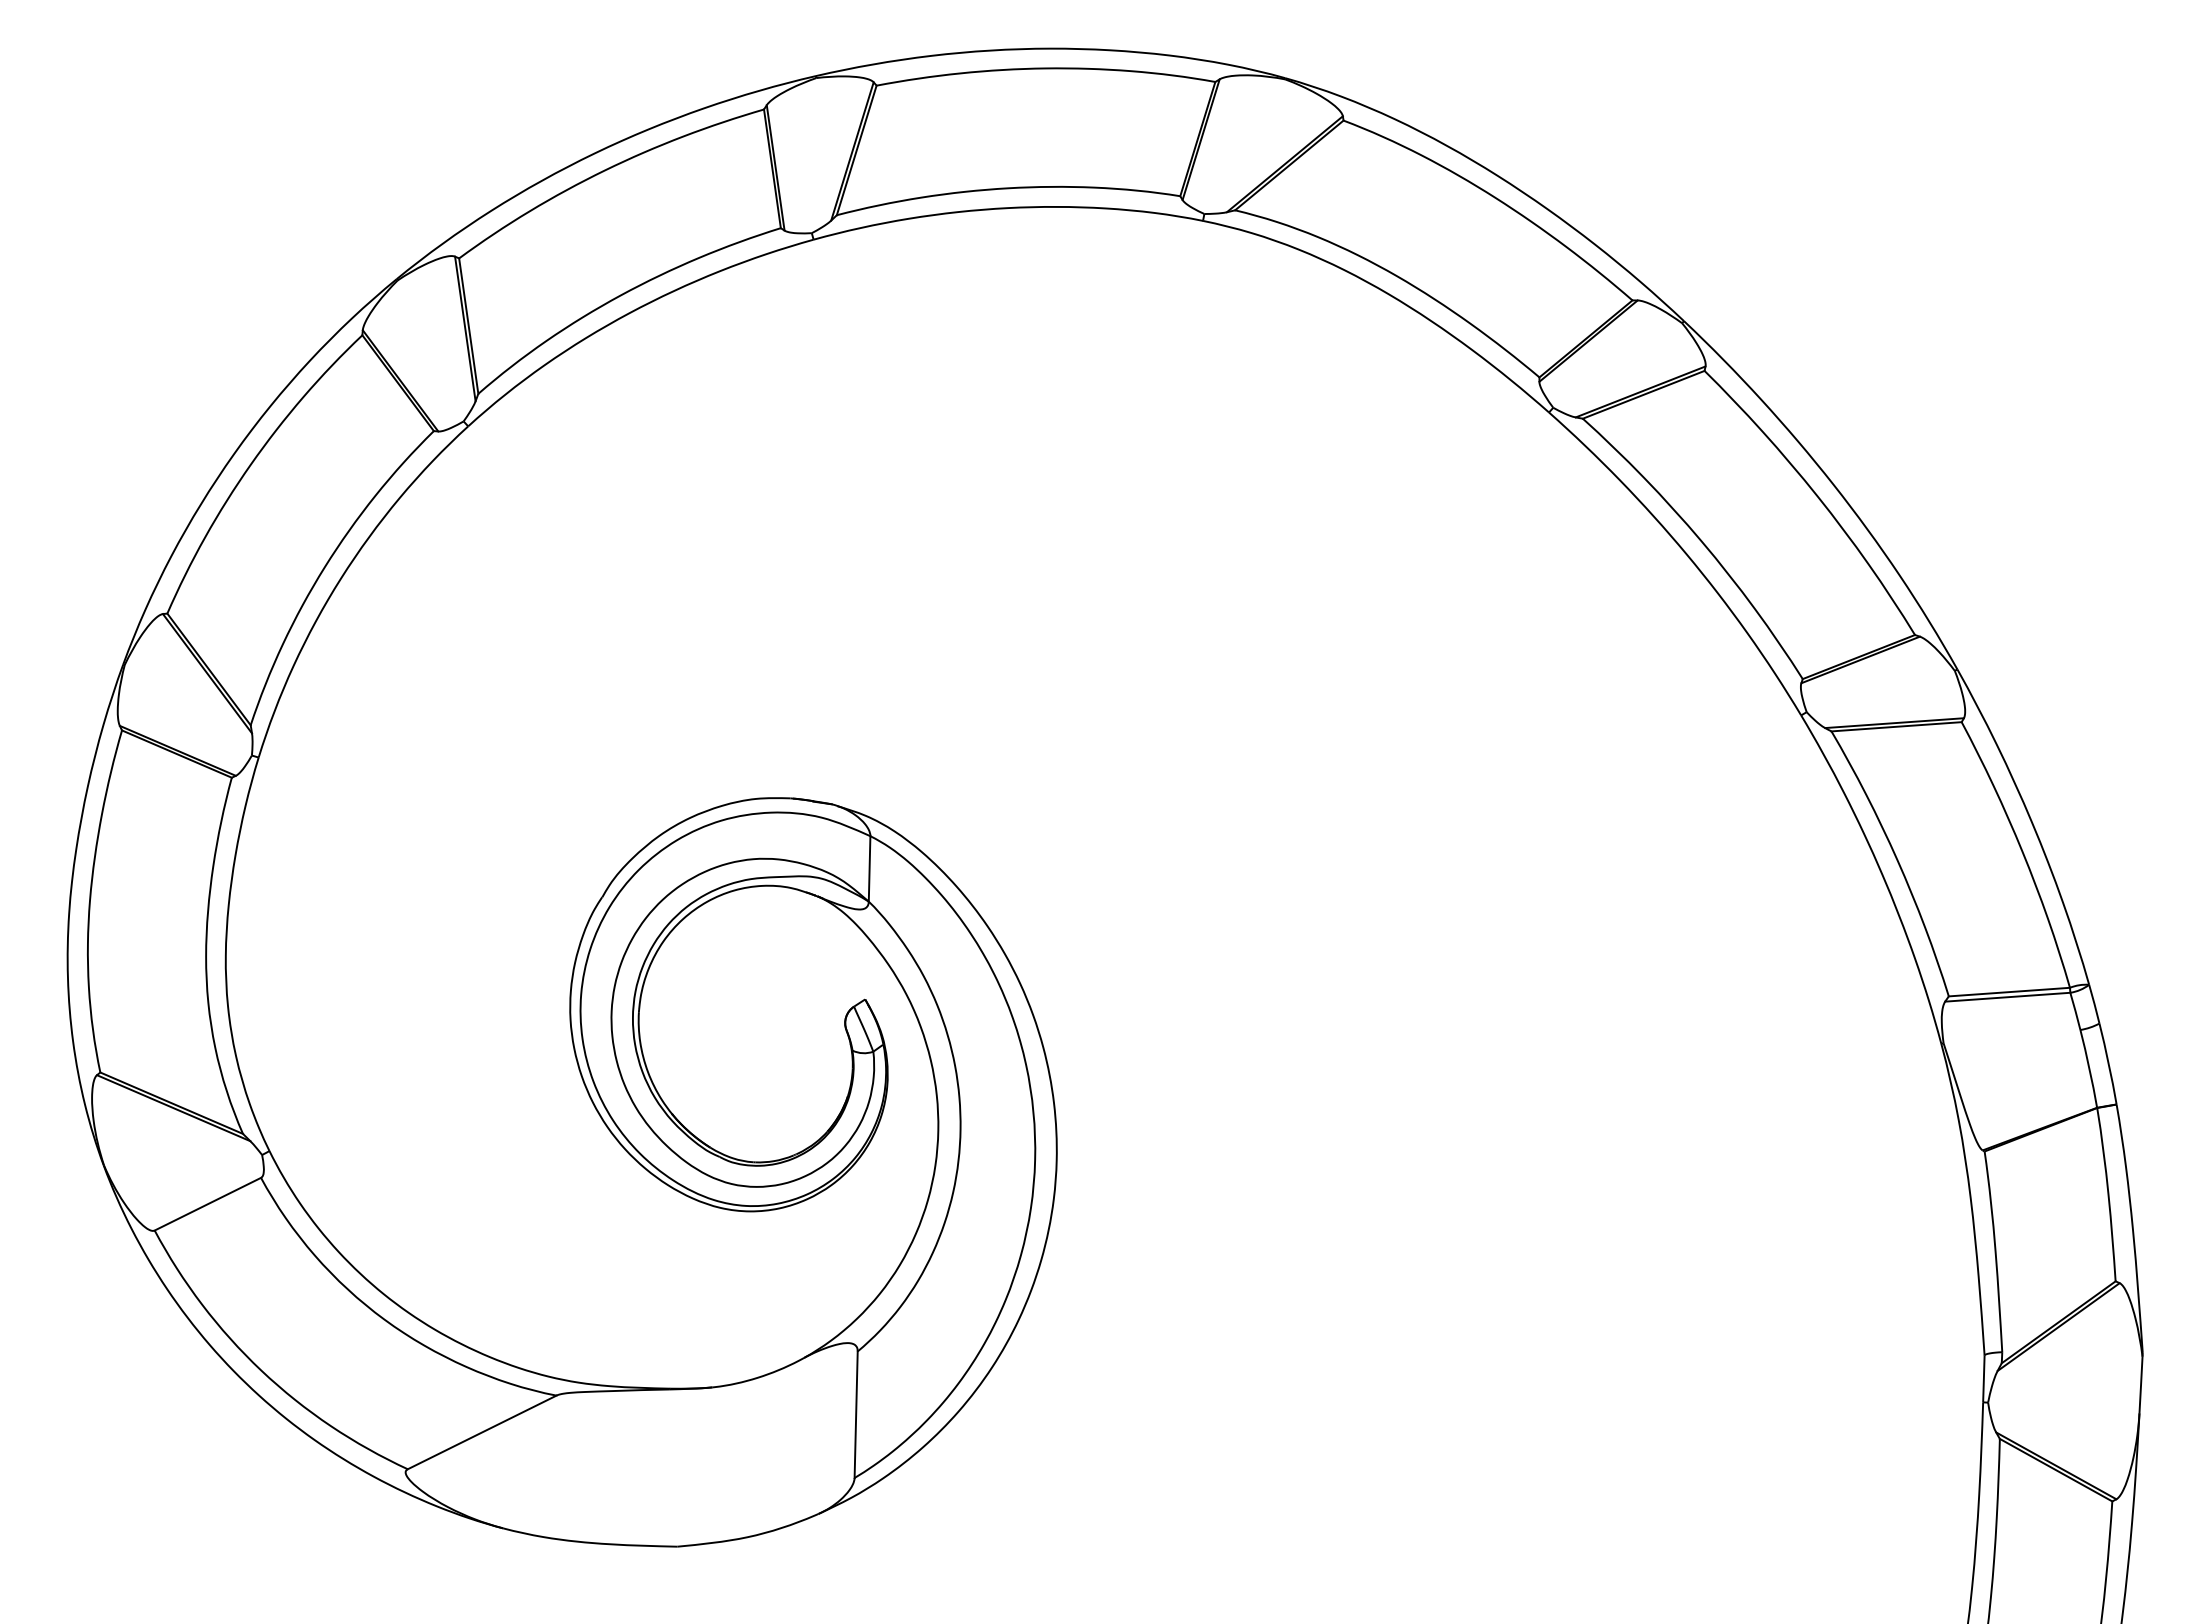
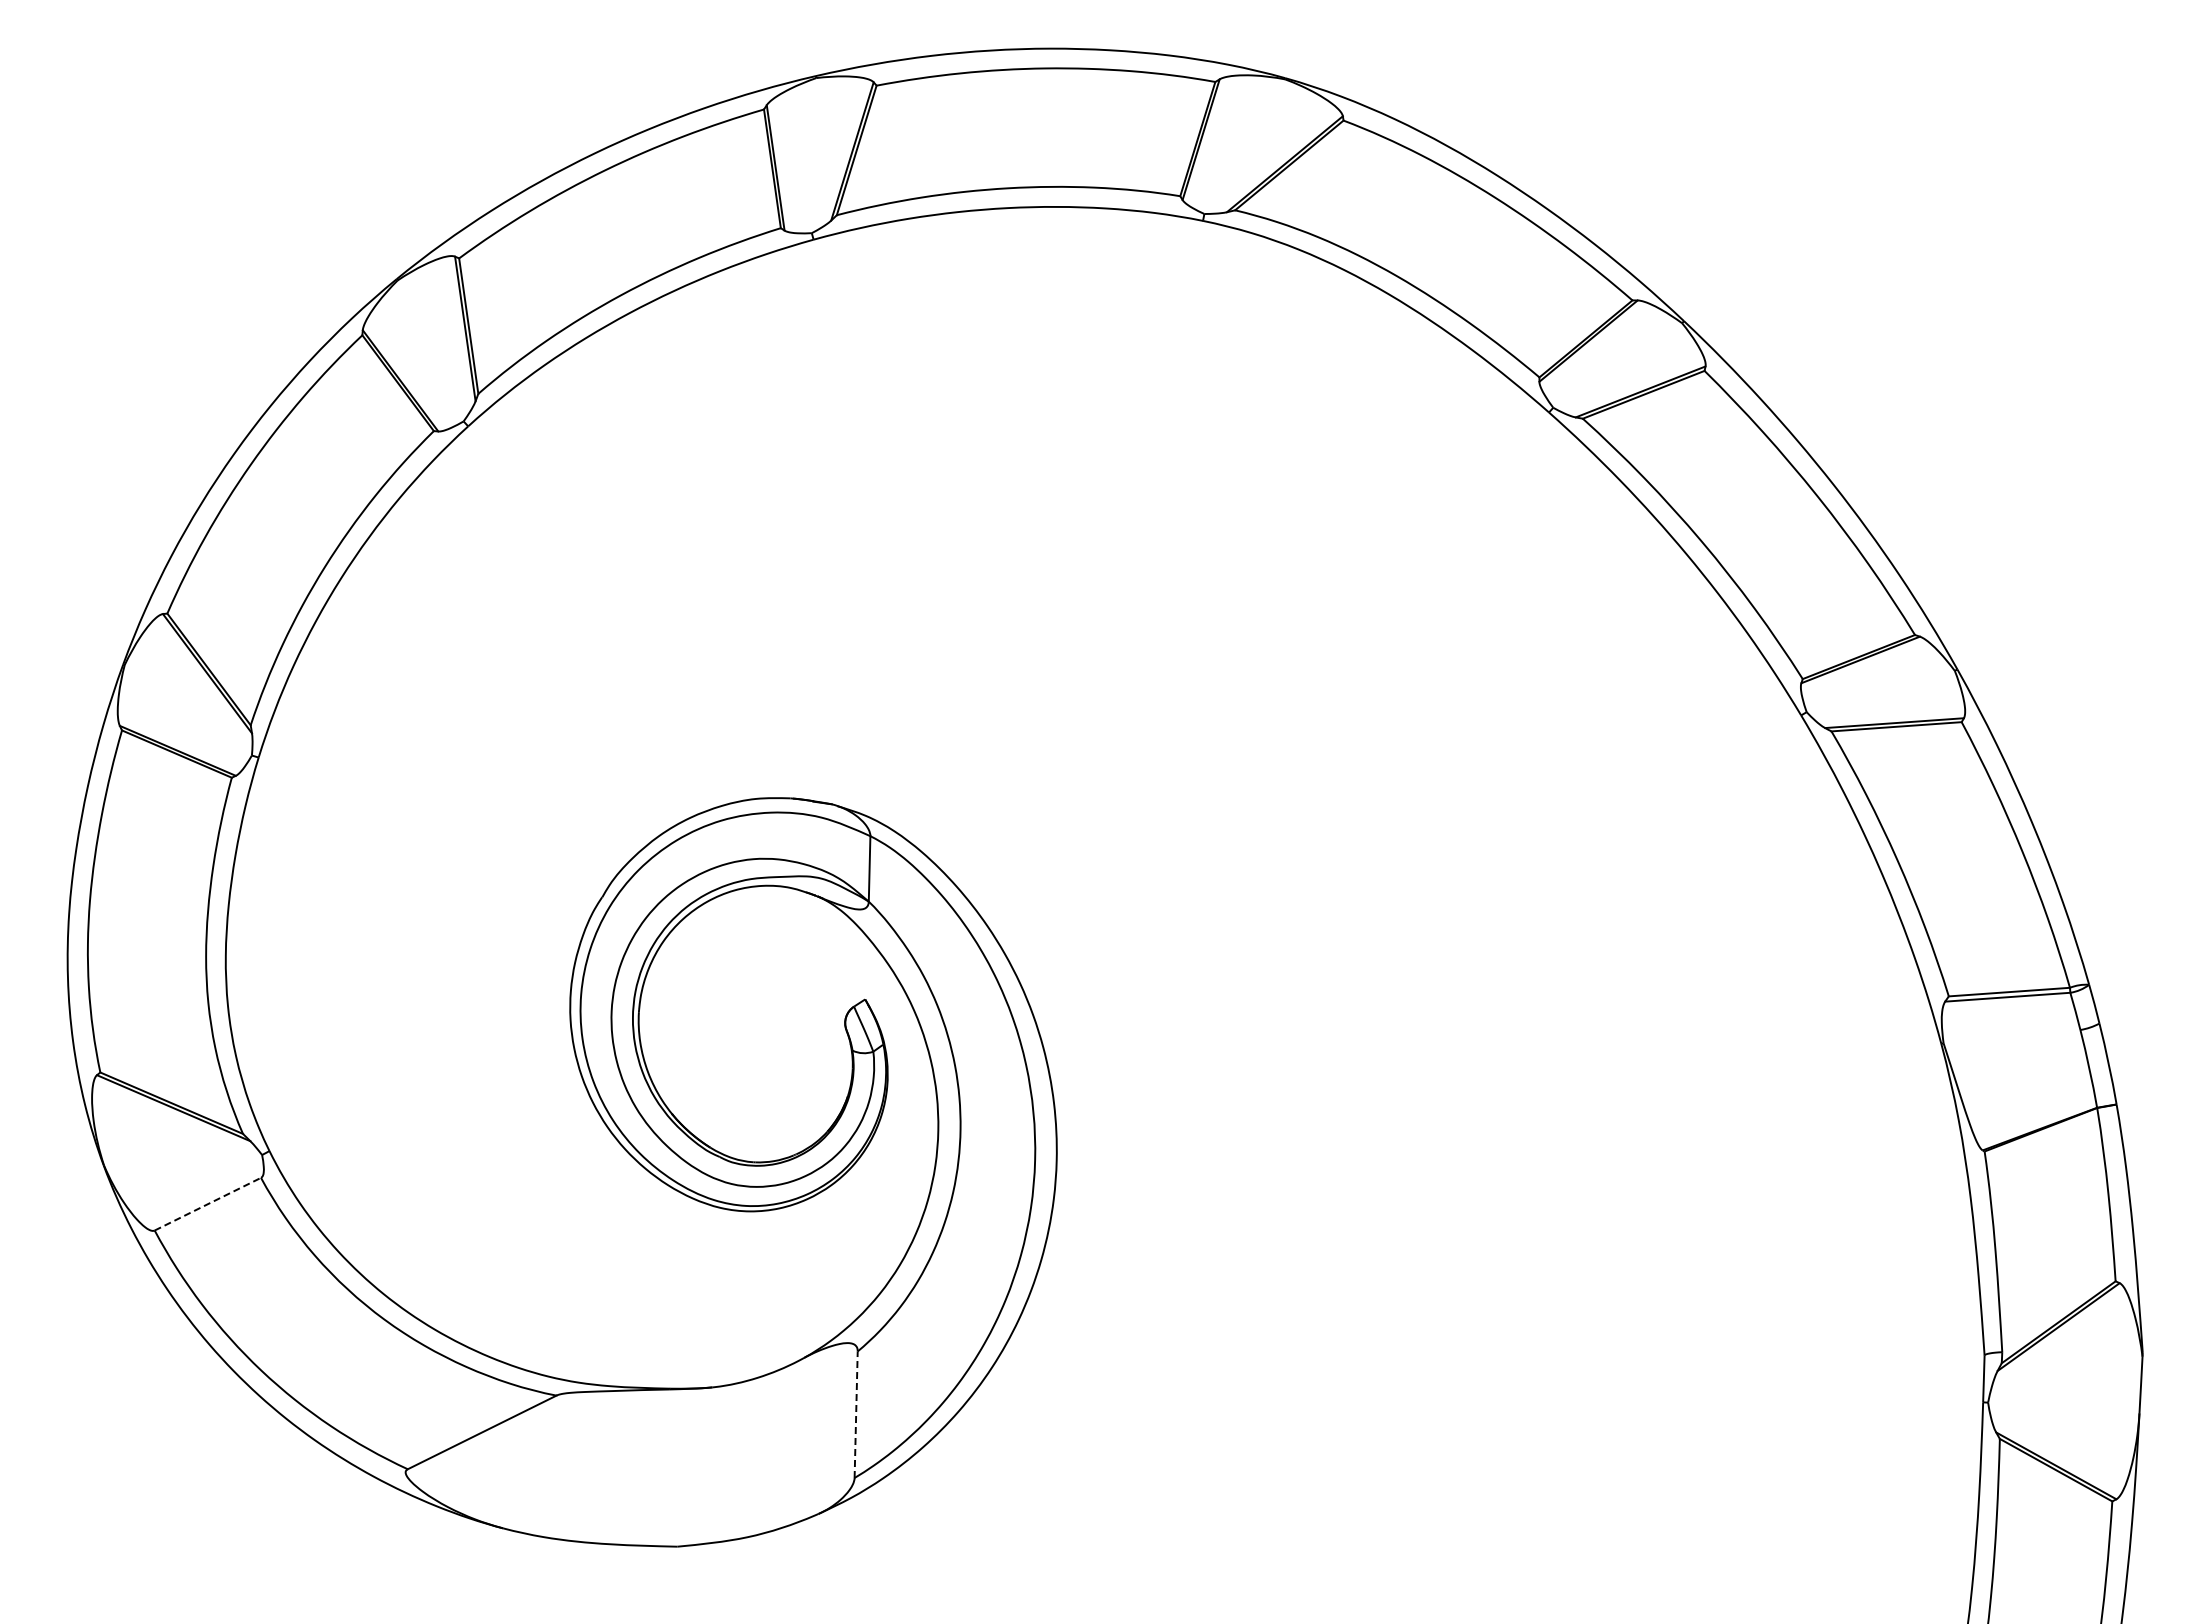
line at (208, 1203): solid -> dashed
line at (856, 1414): solid -> dashed
